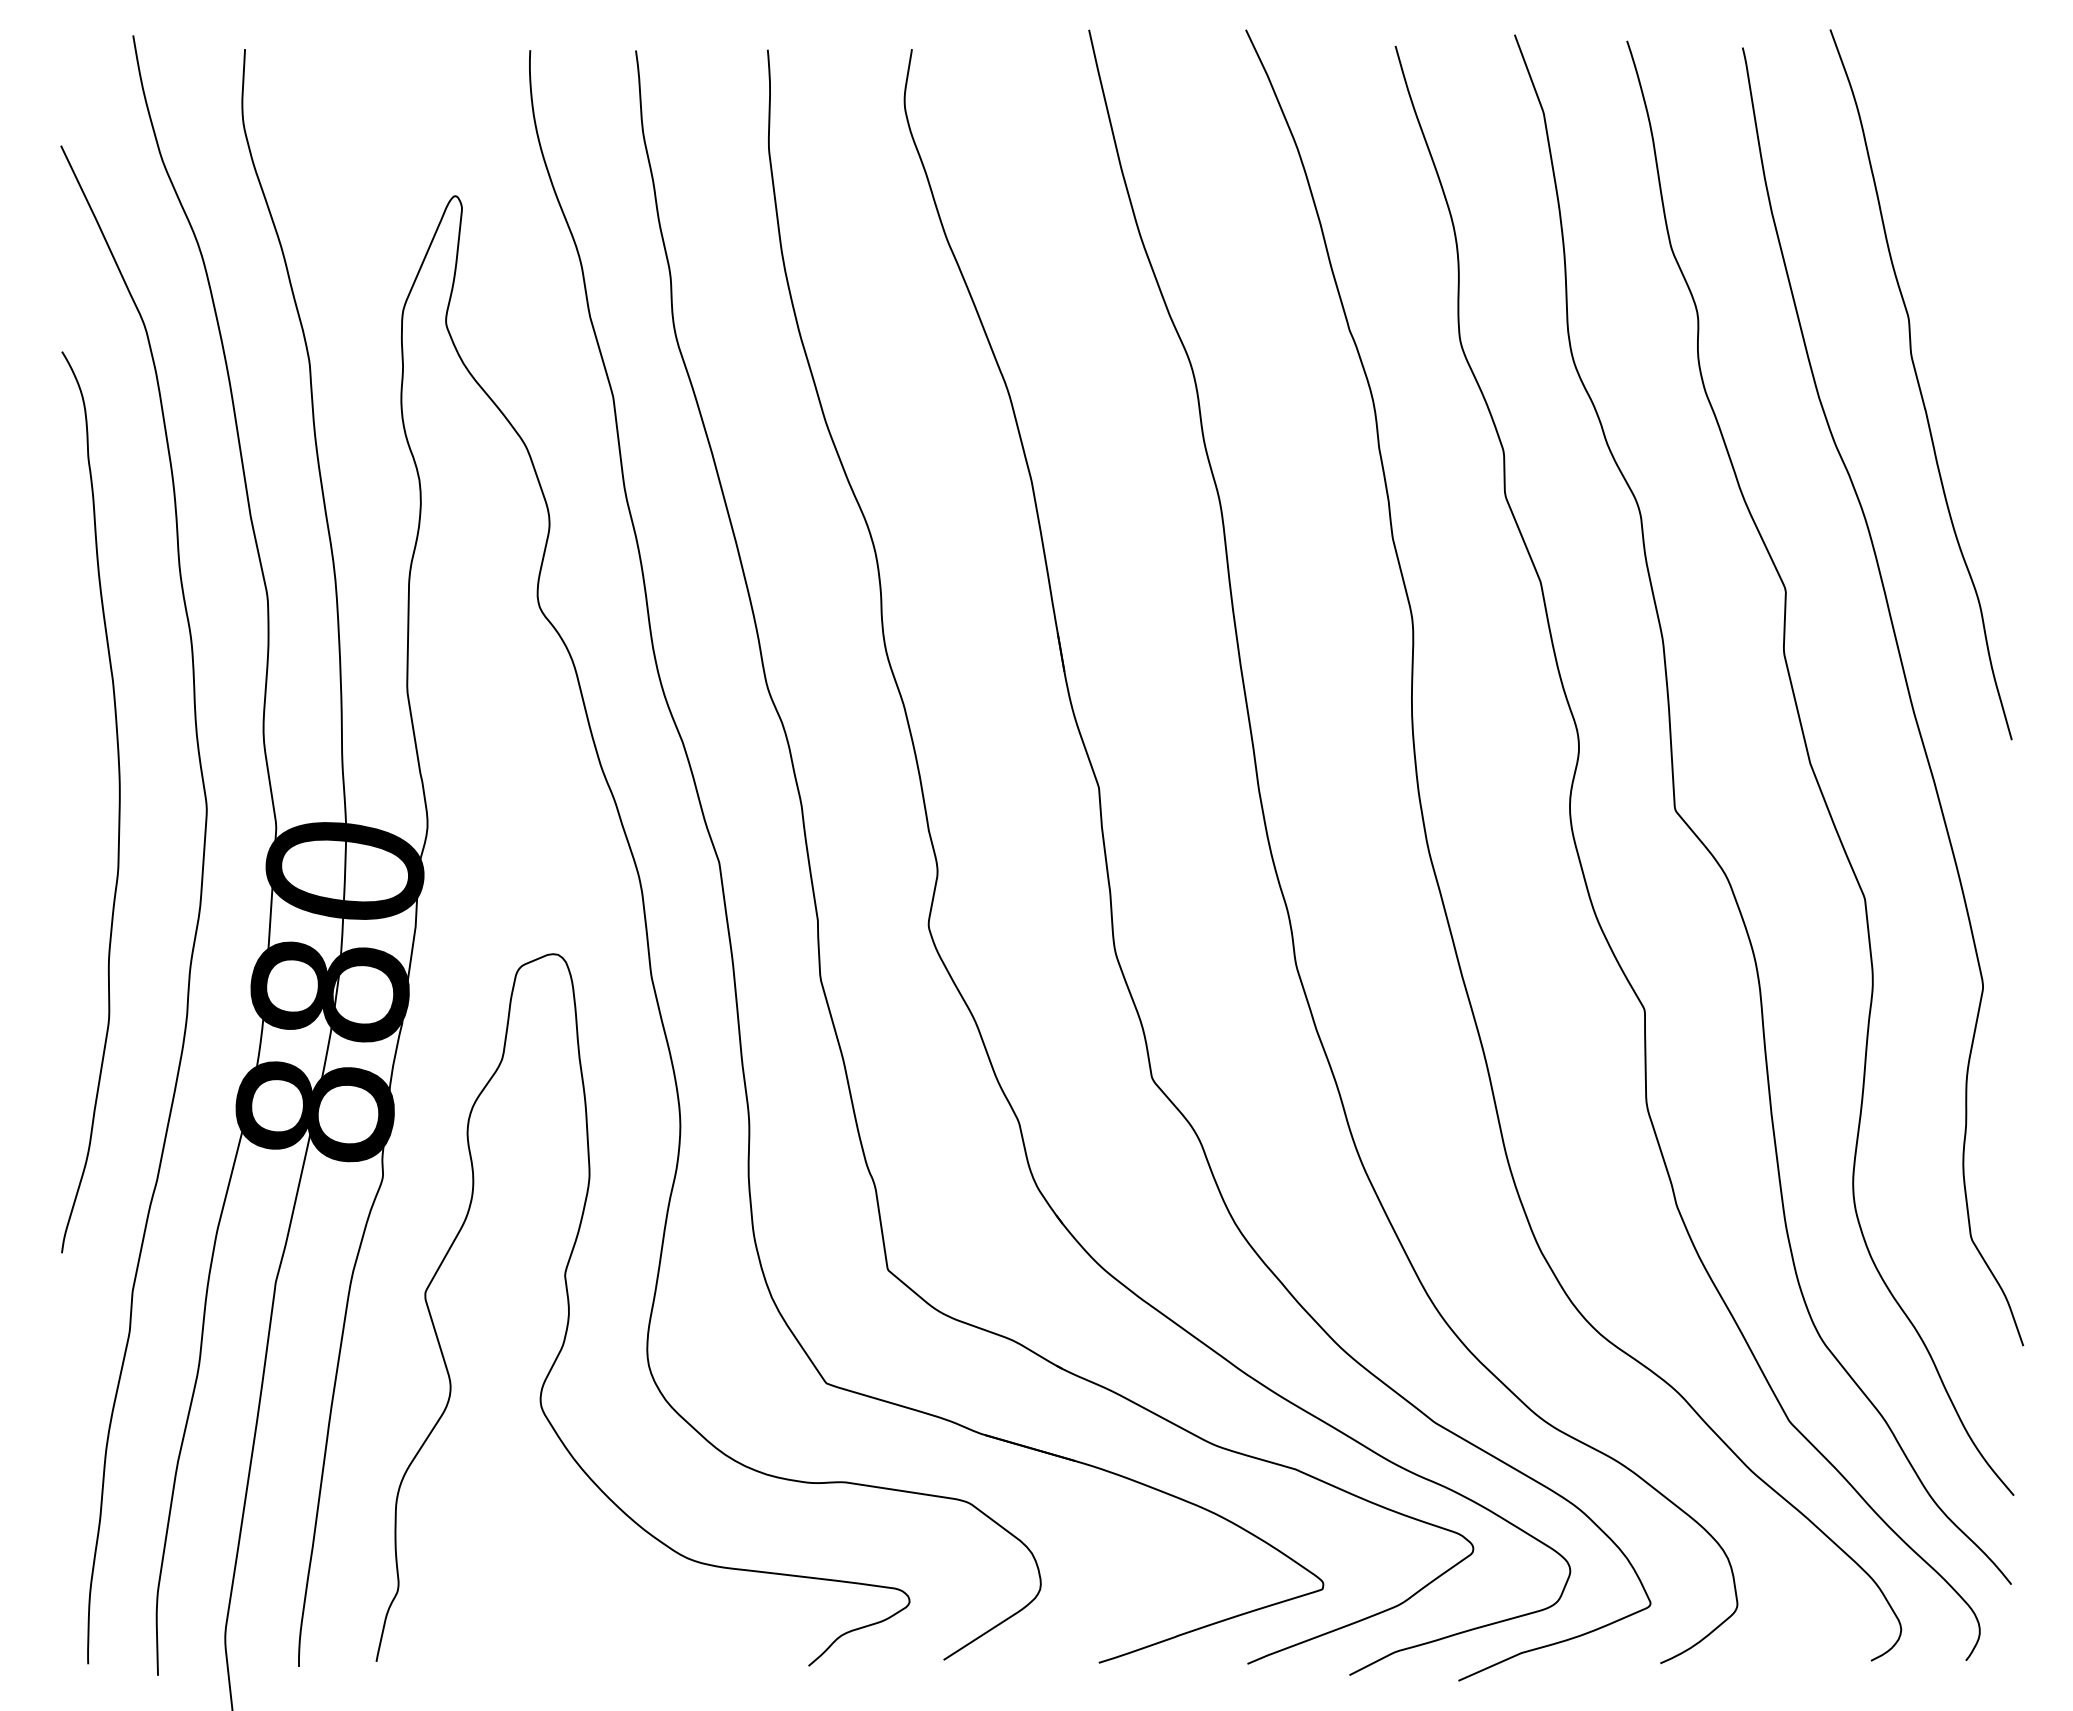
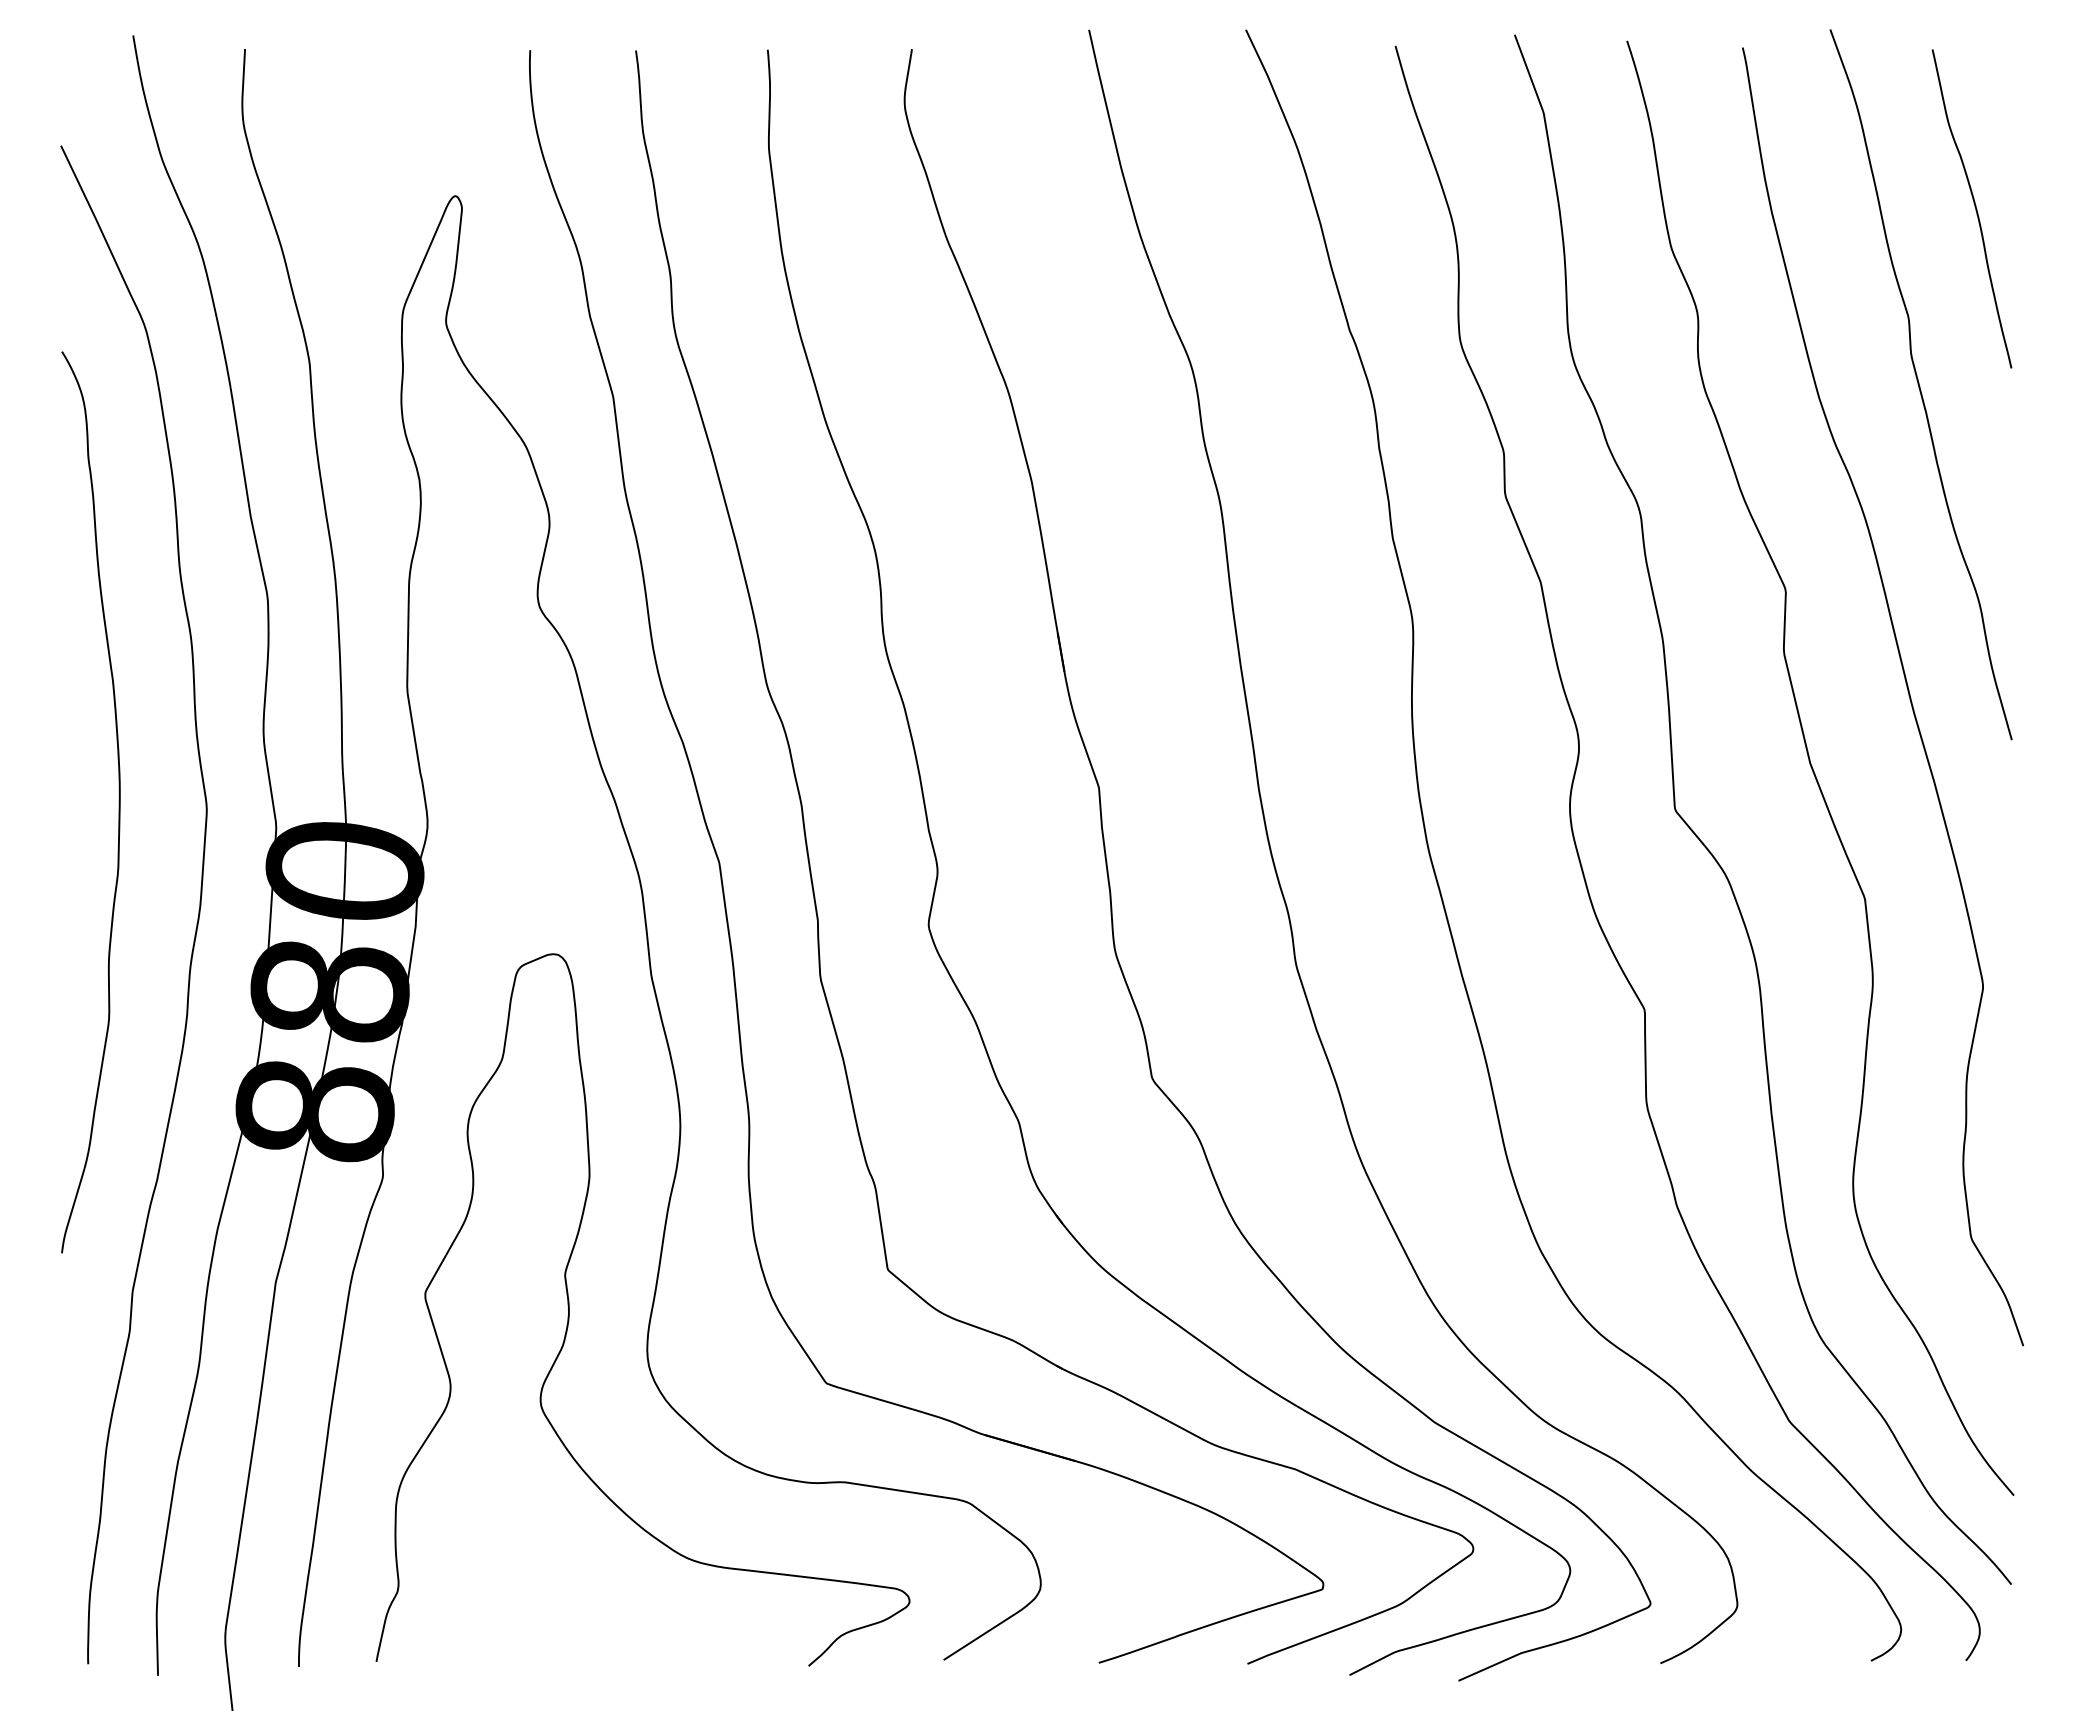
curve at (1974, 207): none -> present
